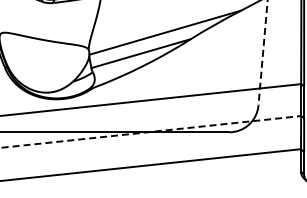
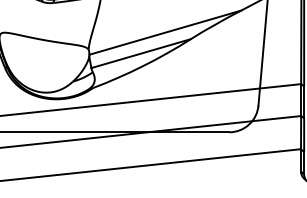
line at (263, 52): dashed -> solid
line at (151, 131): dashed -> solid
